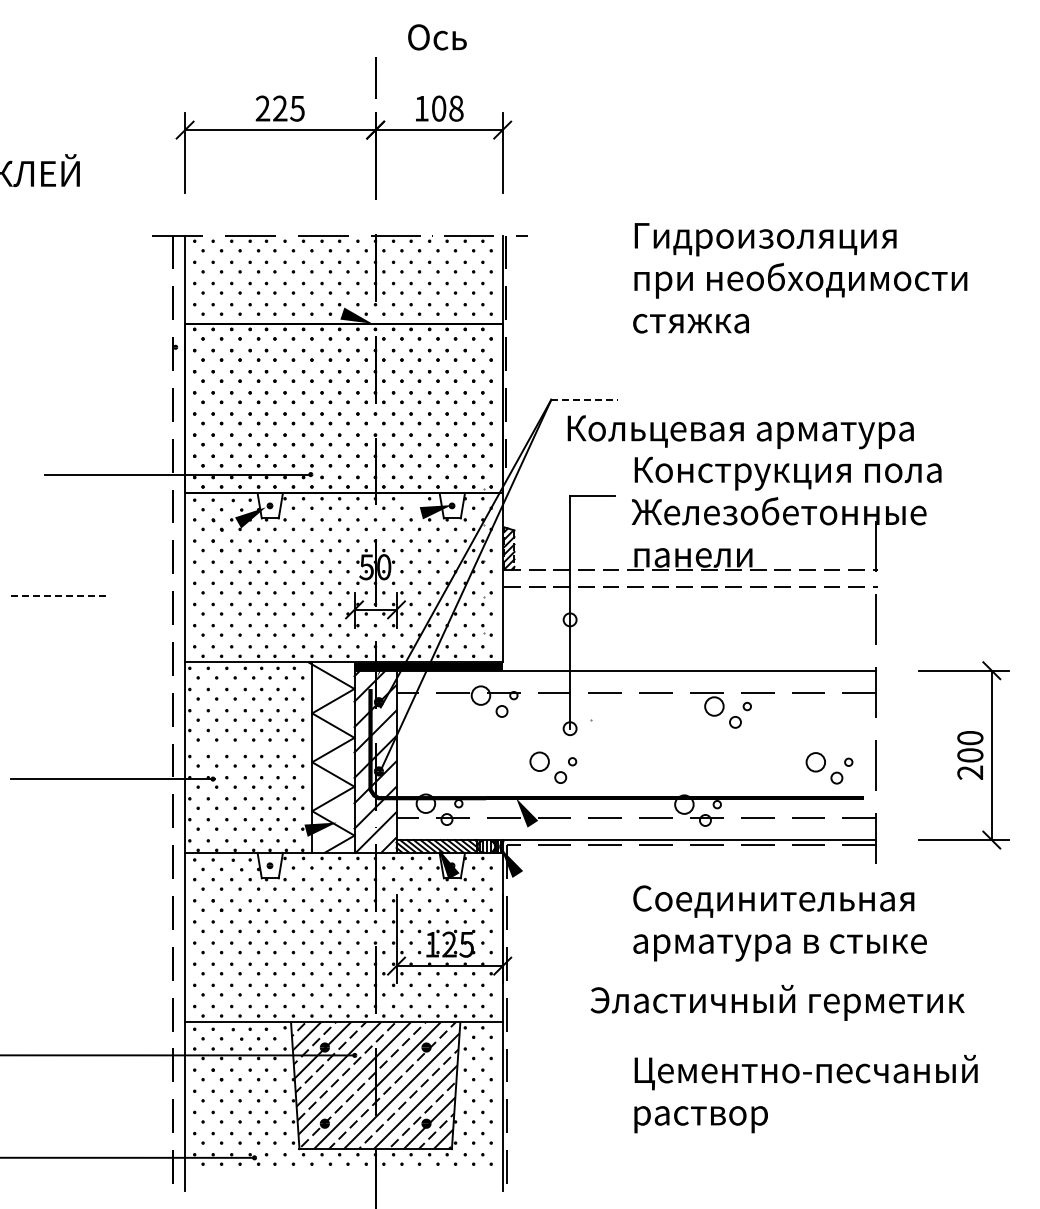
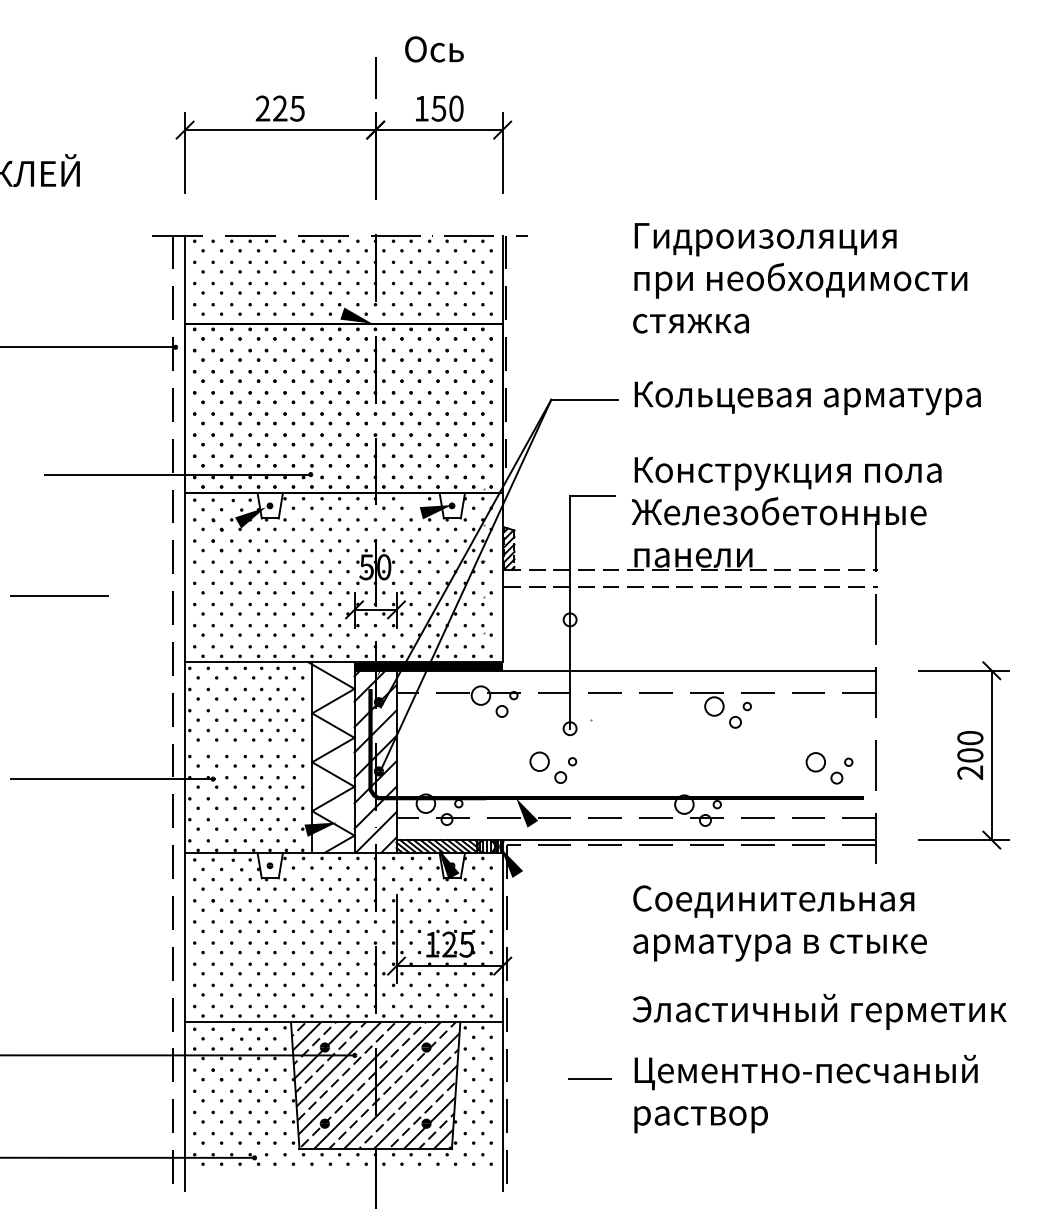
text at (437, 37) position: (437, 37) -> (434, 49)
text at (447, 108): 108 -> 150
line at (88, 346): none -> present
line at (584, 399): dashed -> solid
text at (740, 432) position: (740, 432) -> (807, 398)
line at (60, 596): dashed -> solid
text at (777, 1002) position: (777, 1002) -> (819, 1011)
line at (589, 1079): none -> present
